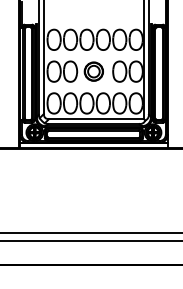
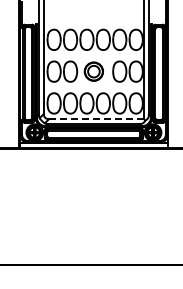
line at (96, 119): solid -> dashed
line at (90, 233): present -> none
line at (90, 241): present -> none
